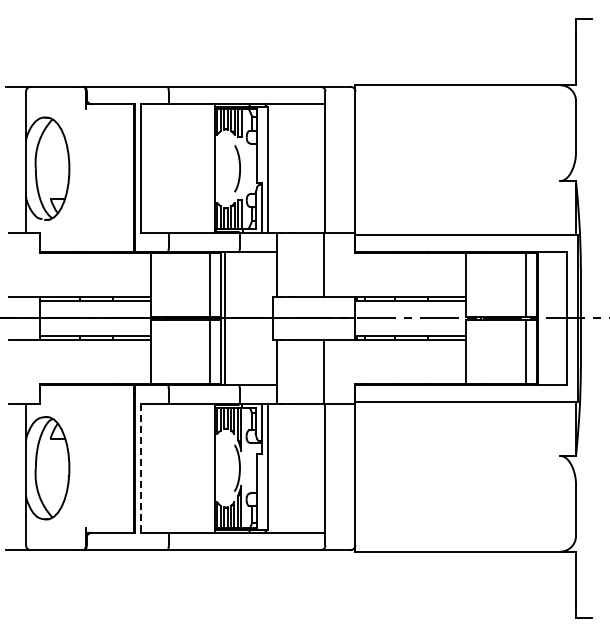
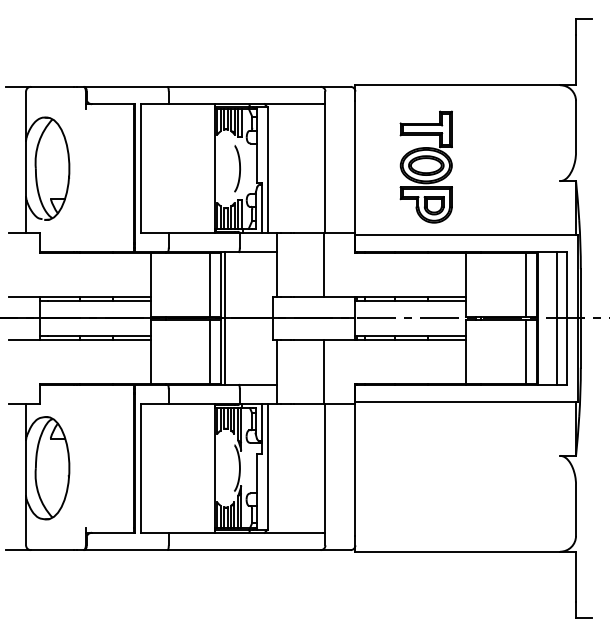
part at (425, 166): none -> present
line at (557, 318): none -> present
line at (141, 468): dashed -> solid
